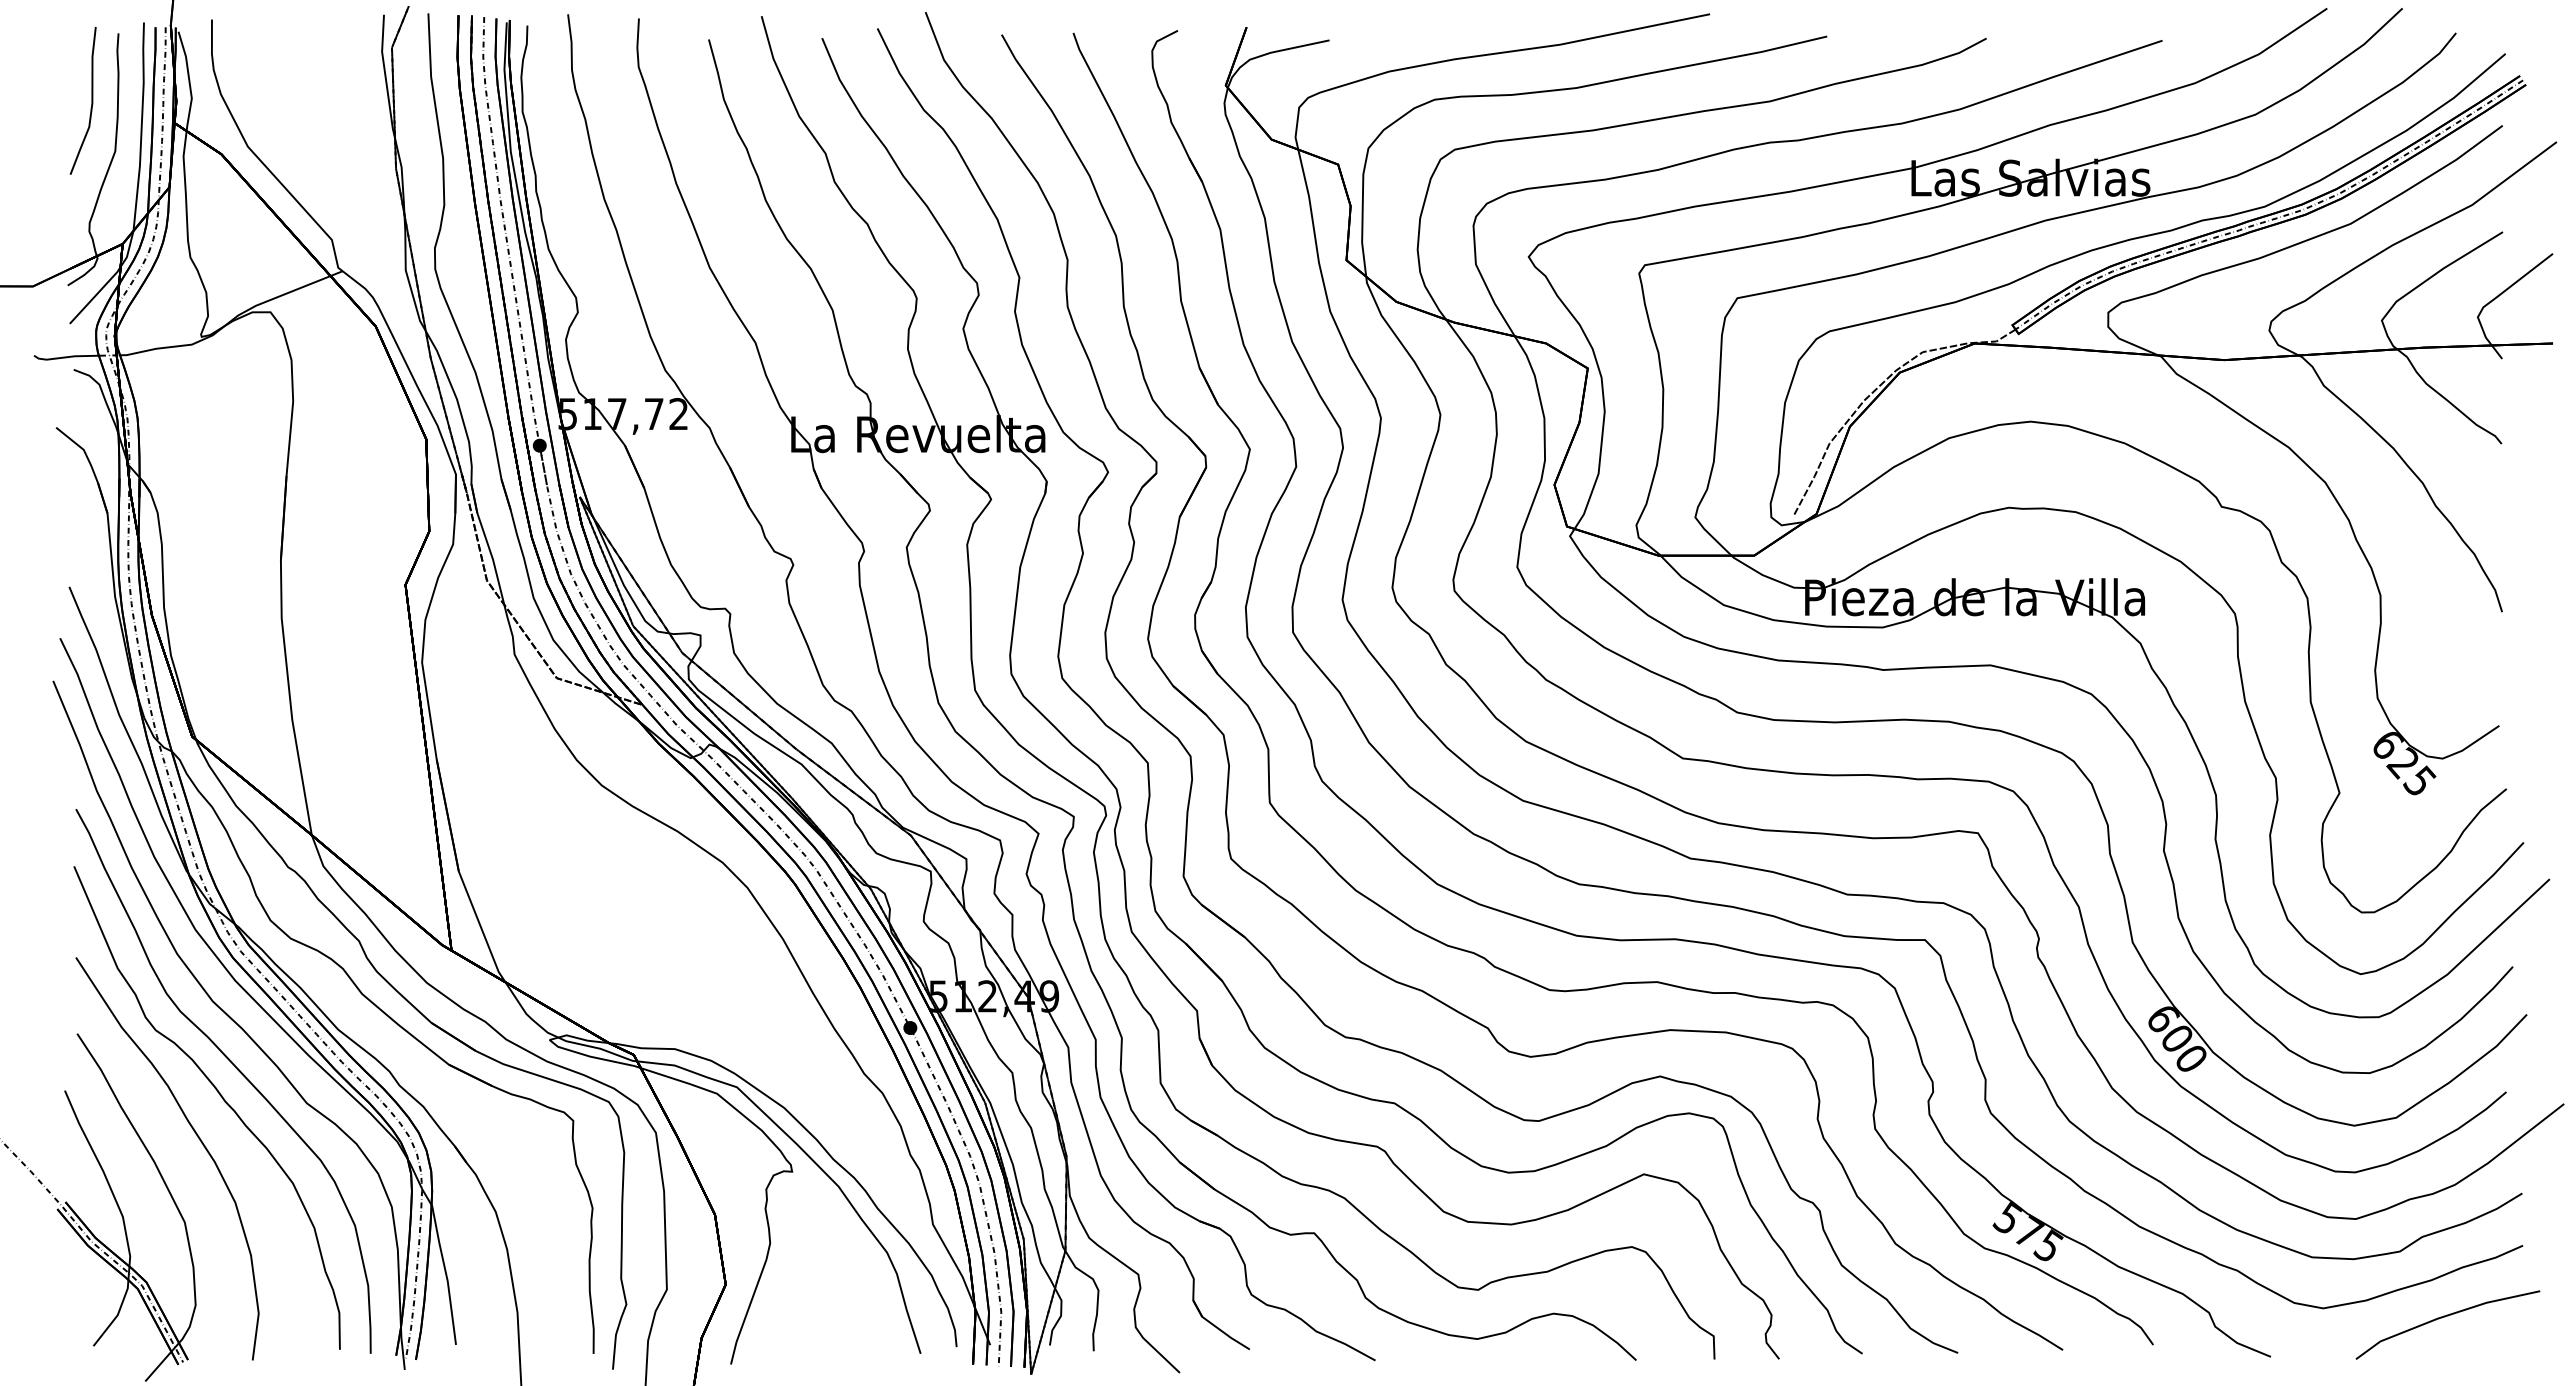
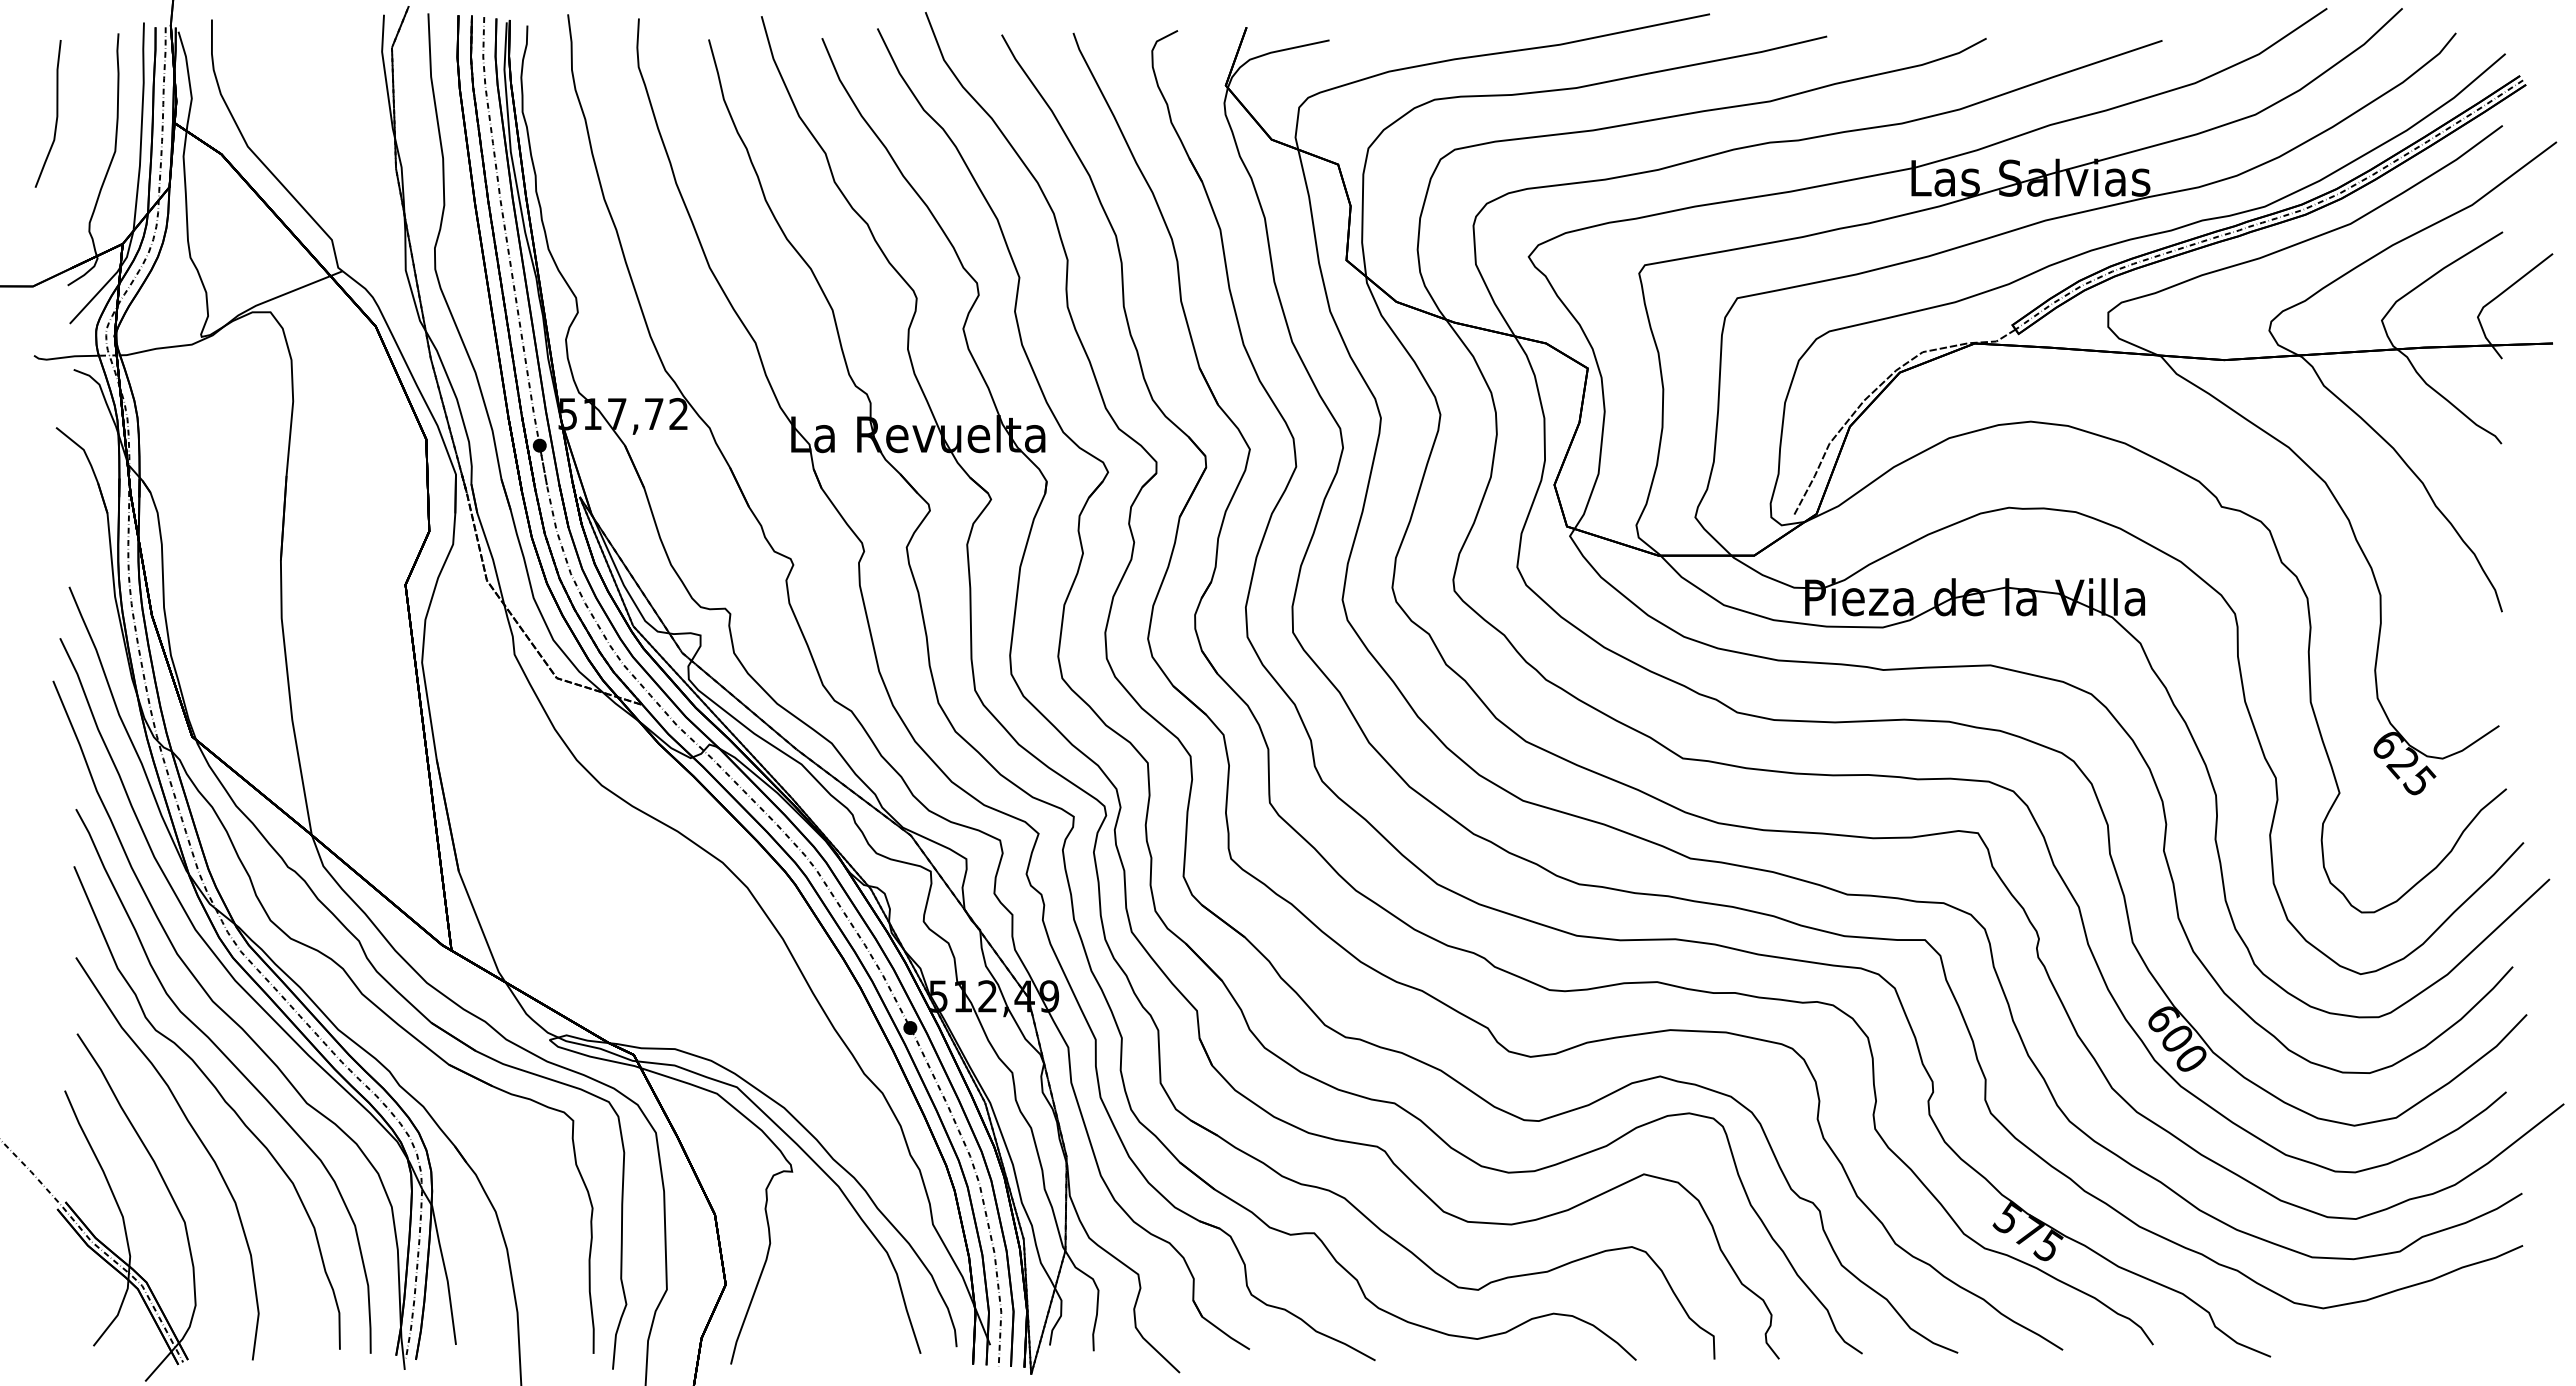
curve at (91, 100) position: (91, 100) -> (56, 113)
line at (2445, 1317): present -> none
